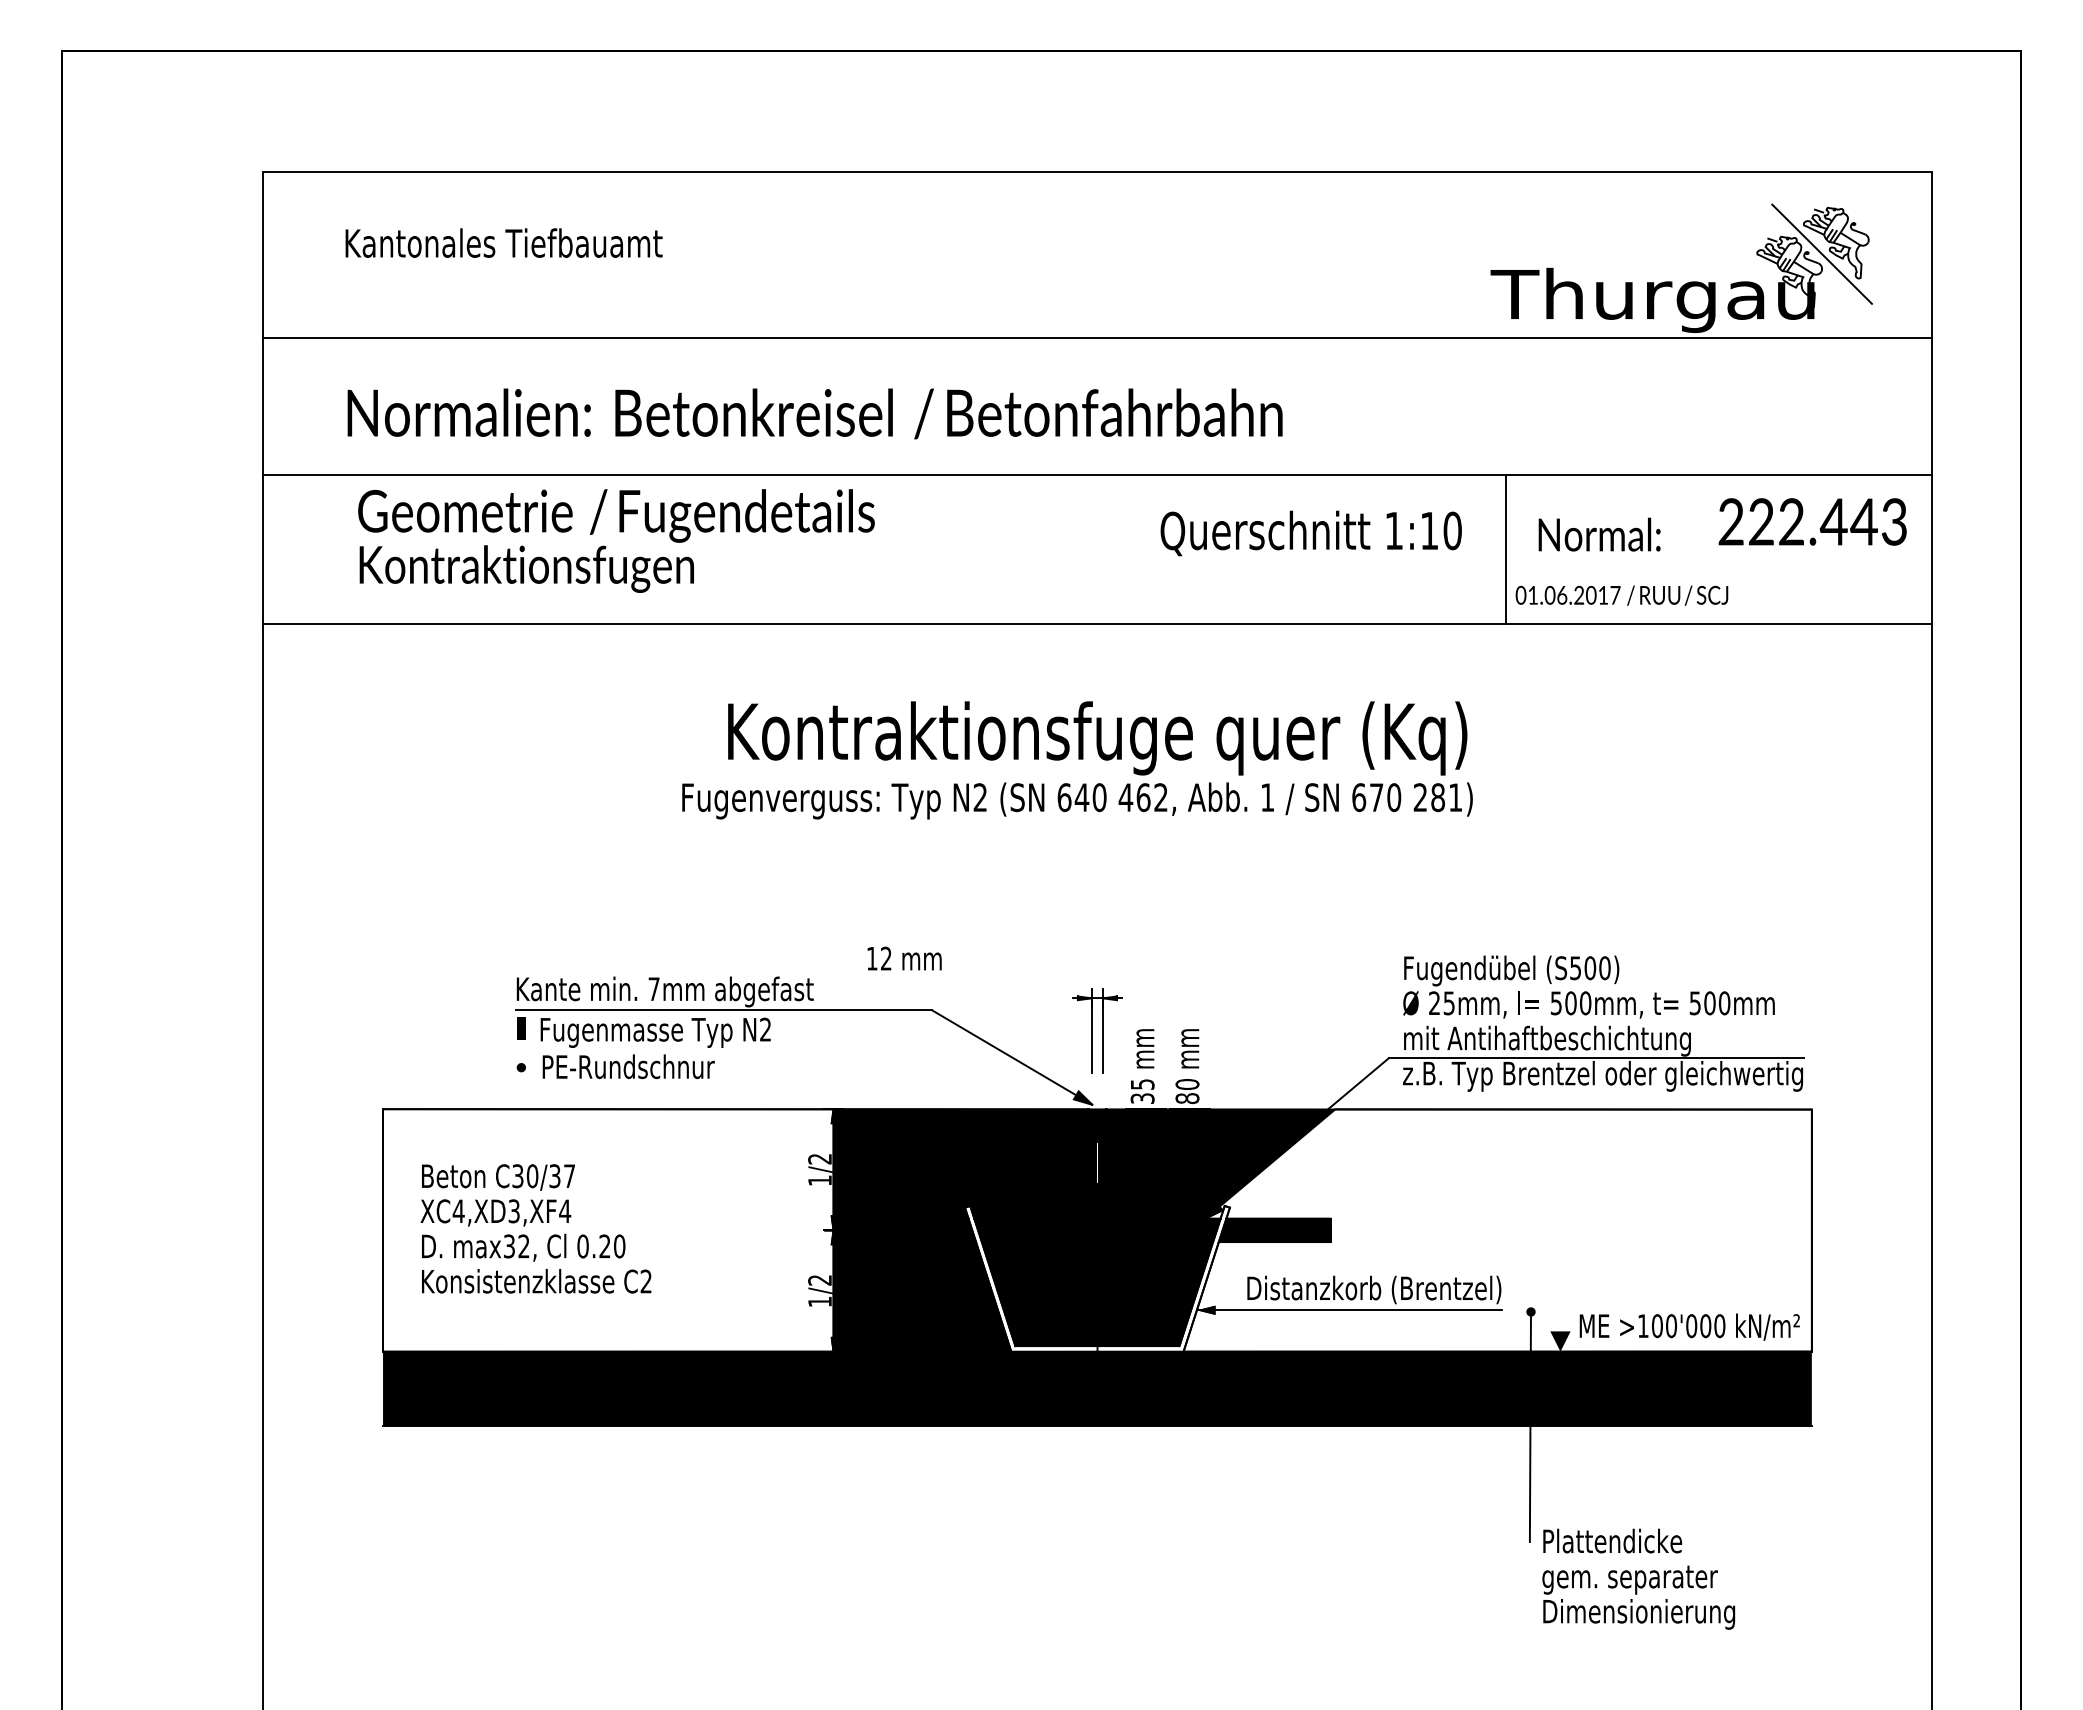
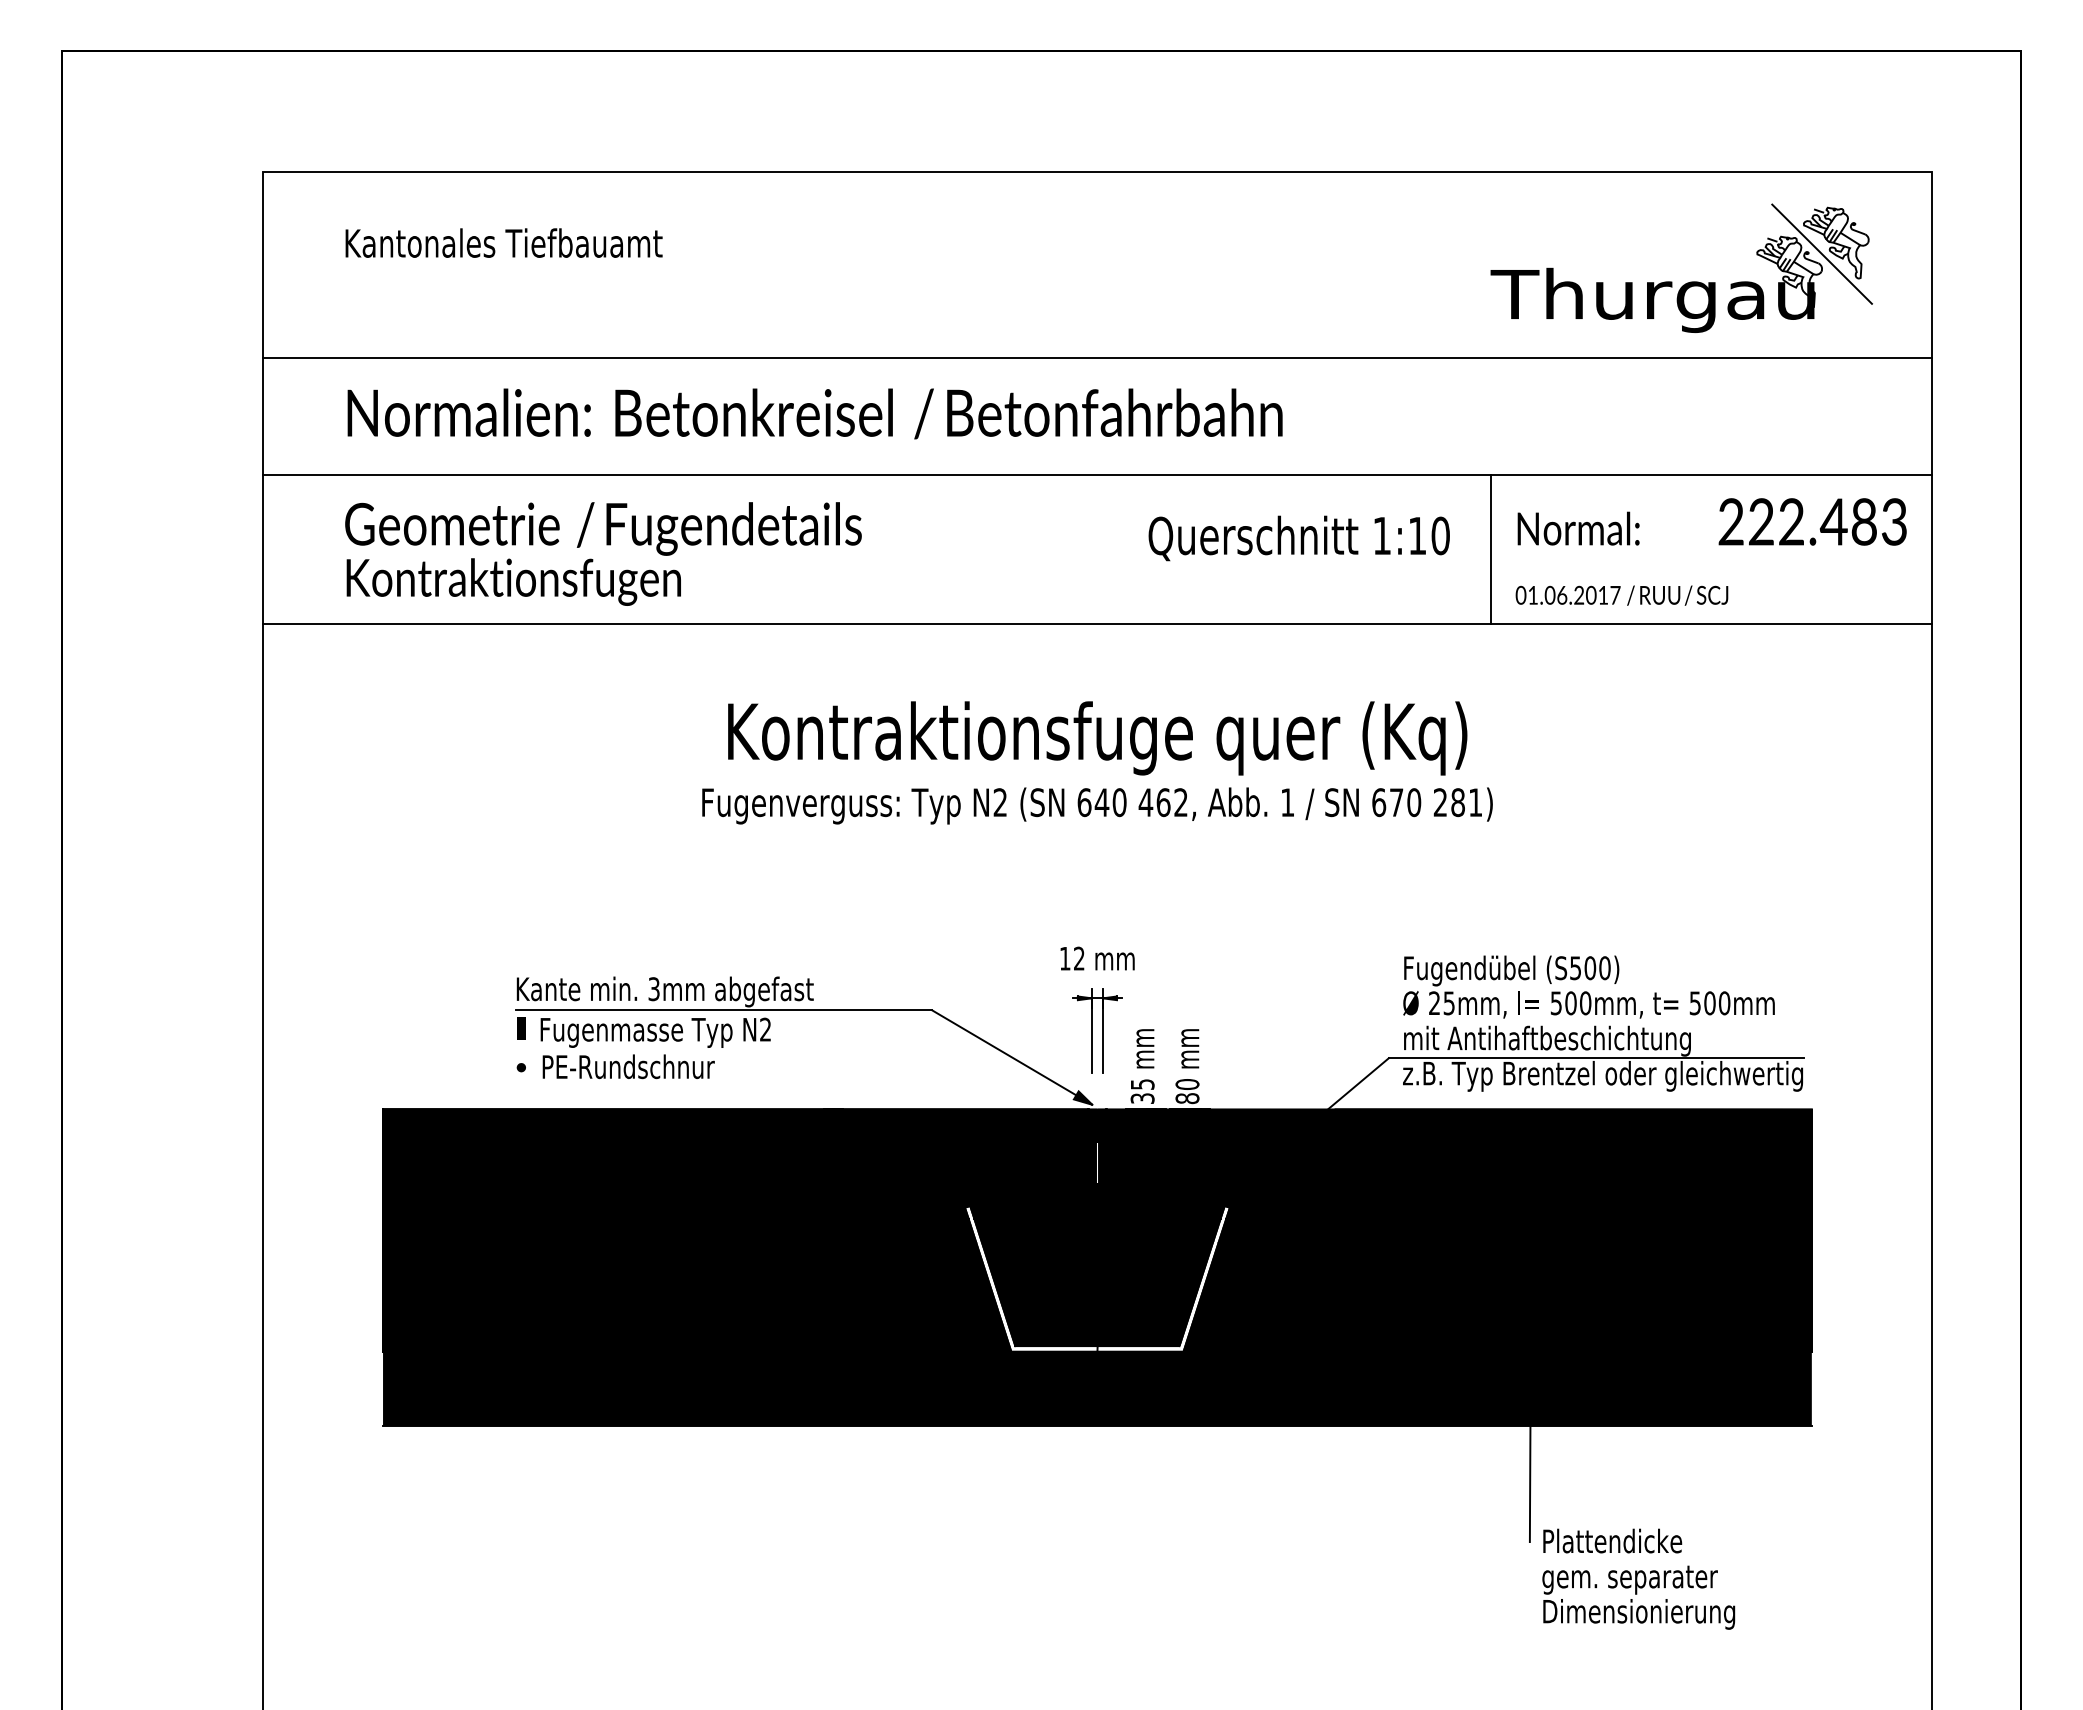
line at (1096, 338) position: (1096, 338) -> (1096, 358)
text at (1863, 521): 222.443 -> 222.483
text at (1310, 533) position: (1310, 533) -> (1298, 538)
text at (1599, 534) position: (1599, 534) -> (1578, 528)
text at (616, 540) position: (616, 540) -> (603, 553)
line at (1505, 548) position: (1505, 548) -> (1490, 548)
text at (1077, 800) position: (1077, 800) -> (1097, 805)
text at (904, 958) position: (904, 958) -> (1097, 958)
text at (653, 989): 7mm -> 3mm
fill at (608, 1230): none -> present
fill at (1497, 1230): none -> present
